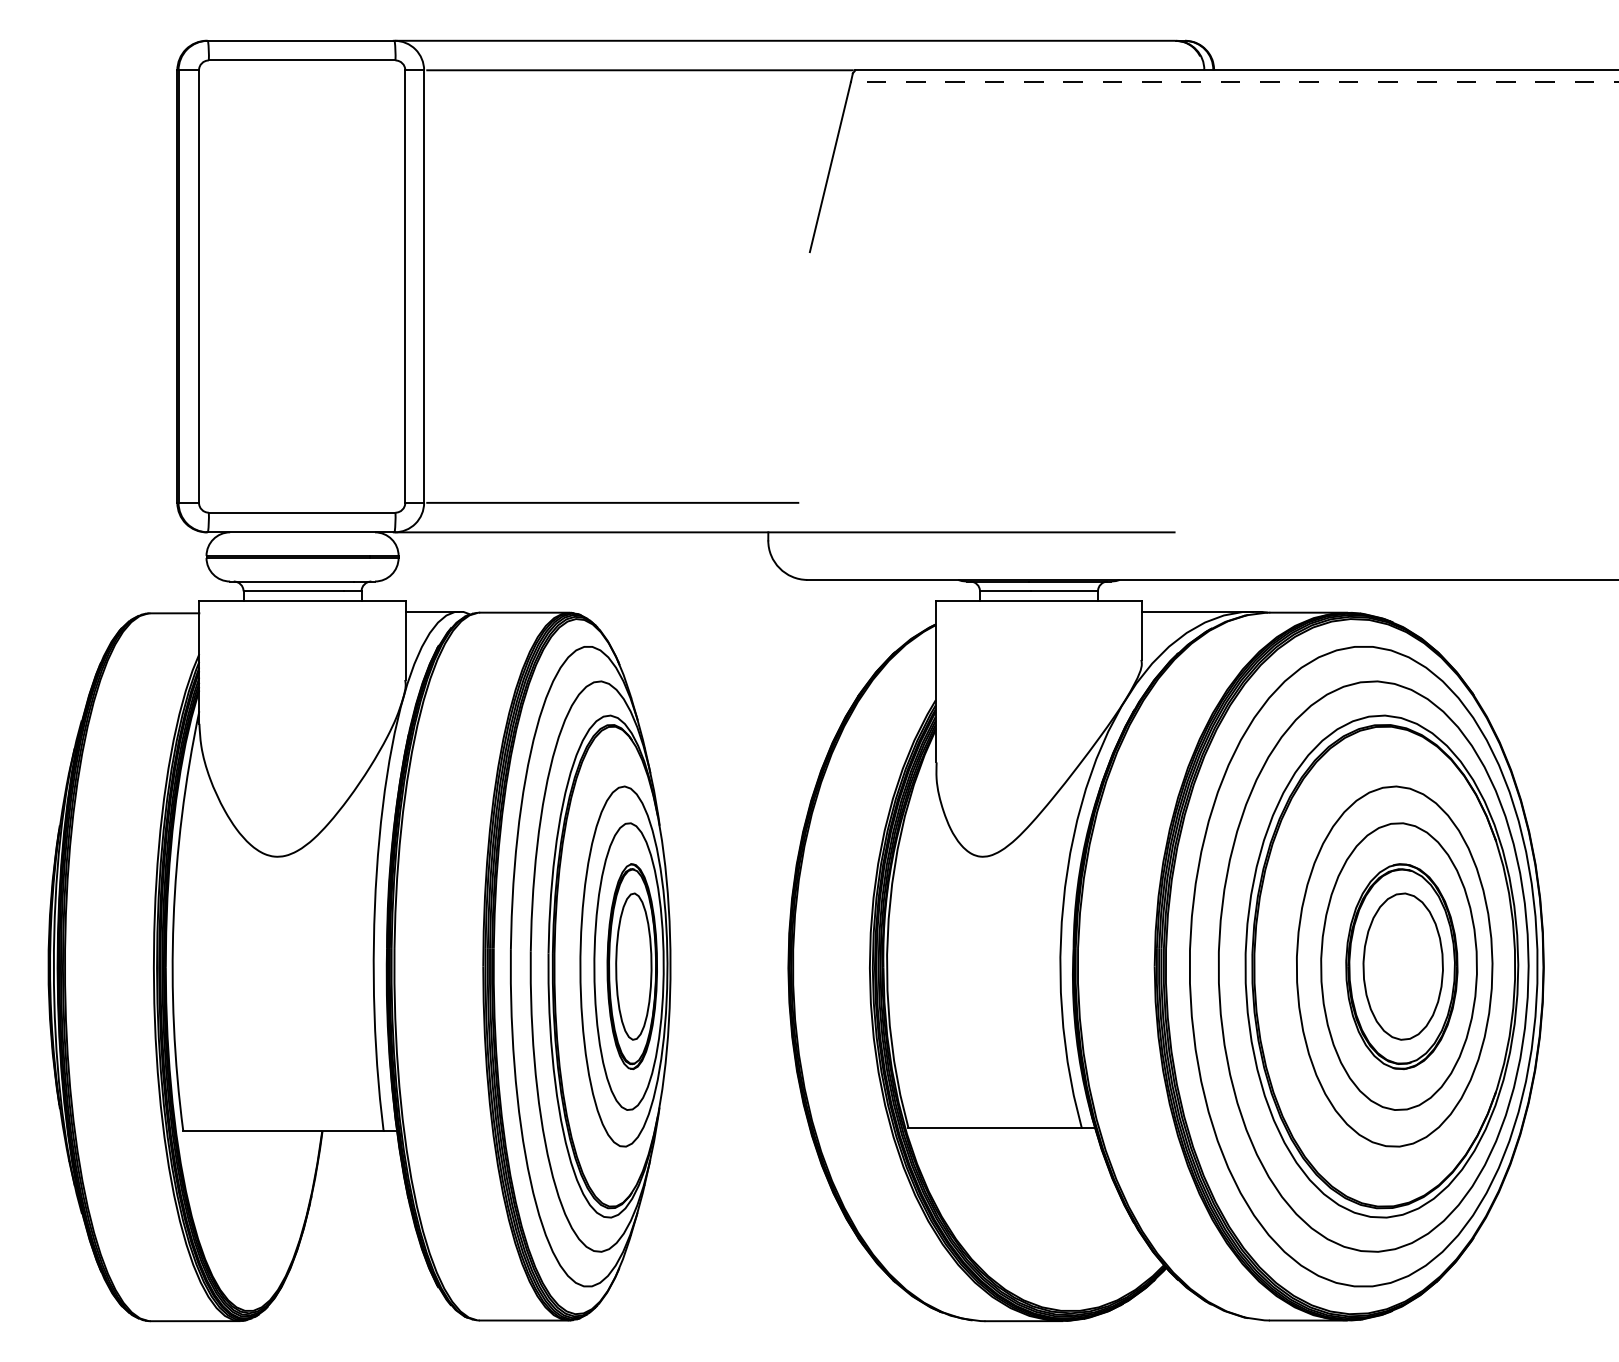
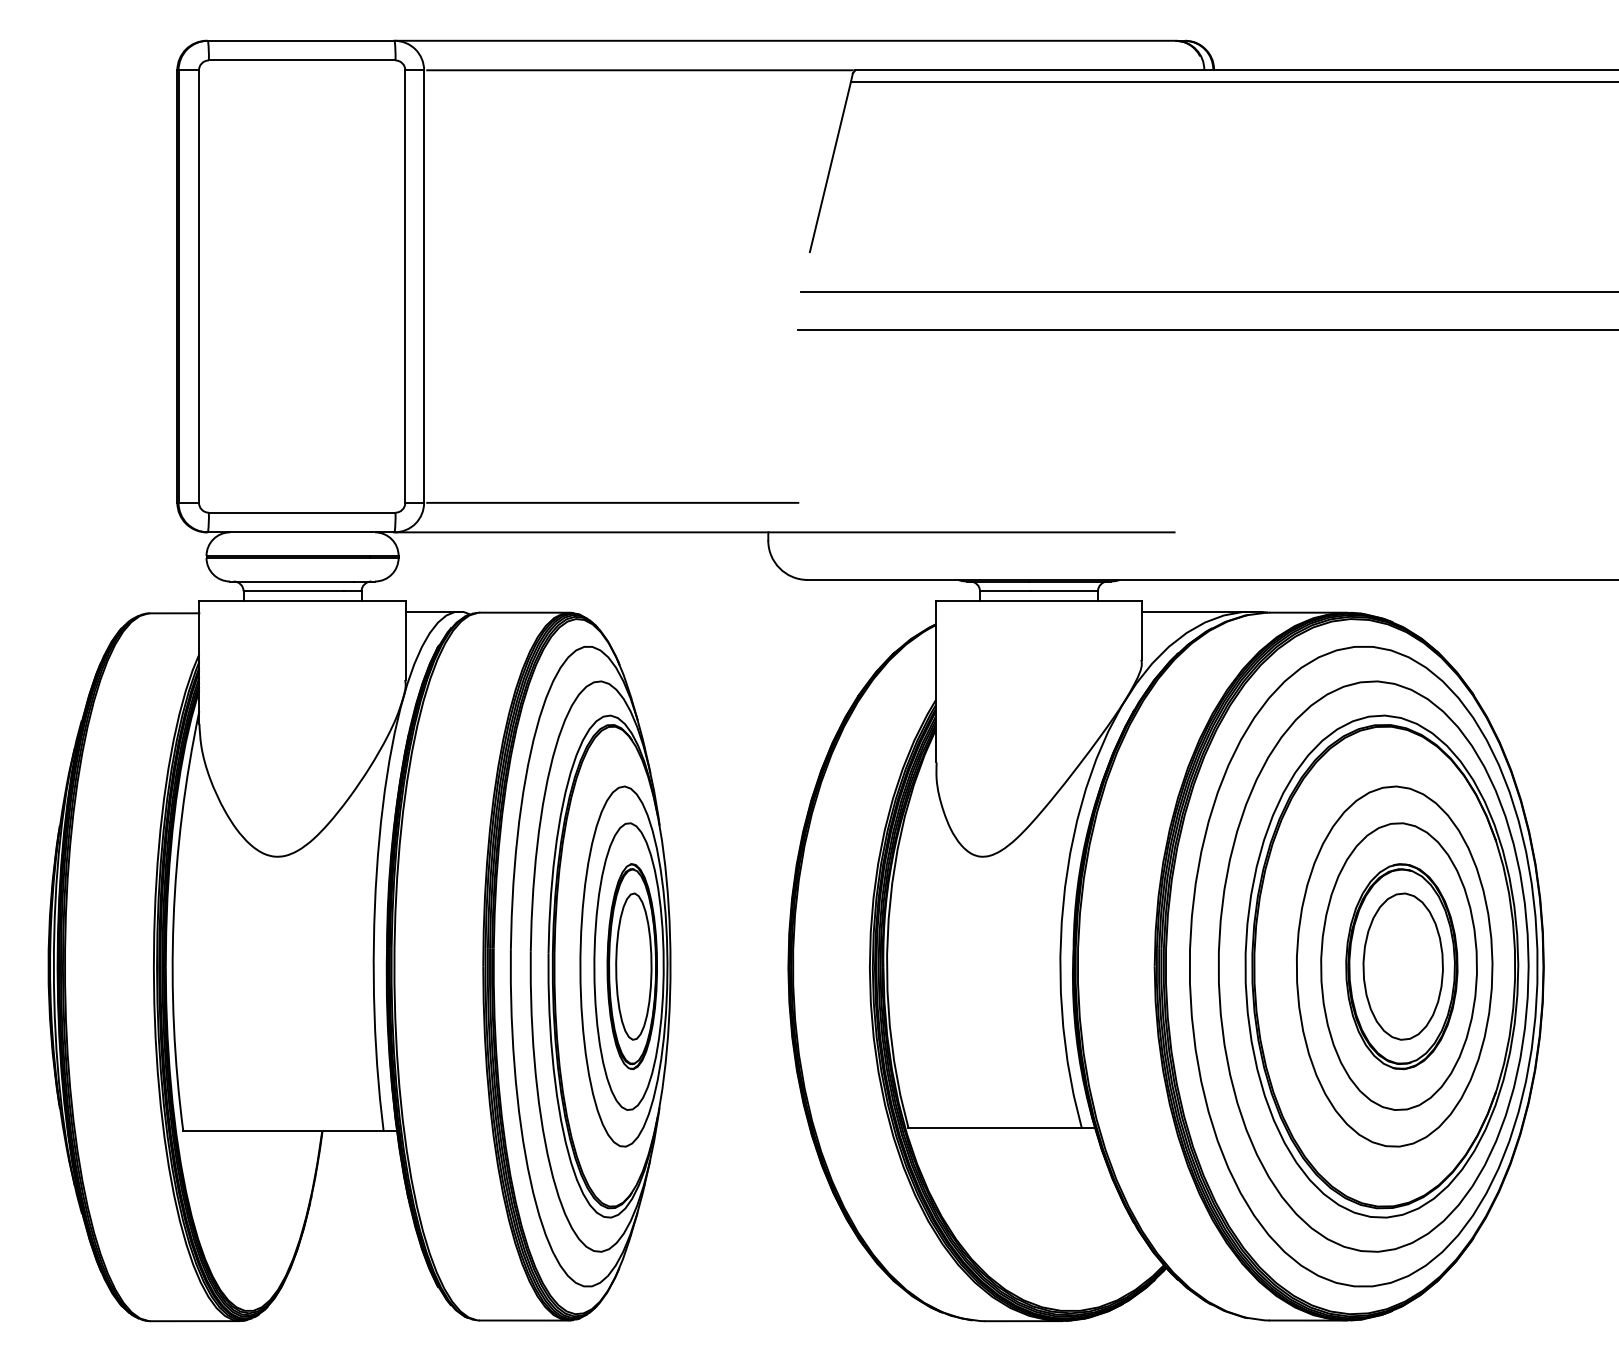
line at (1234, 82): dashed -> solid
line at (1208, 291): none -> present
line at (1206, 330): none -> present
